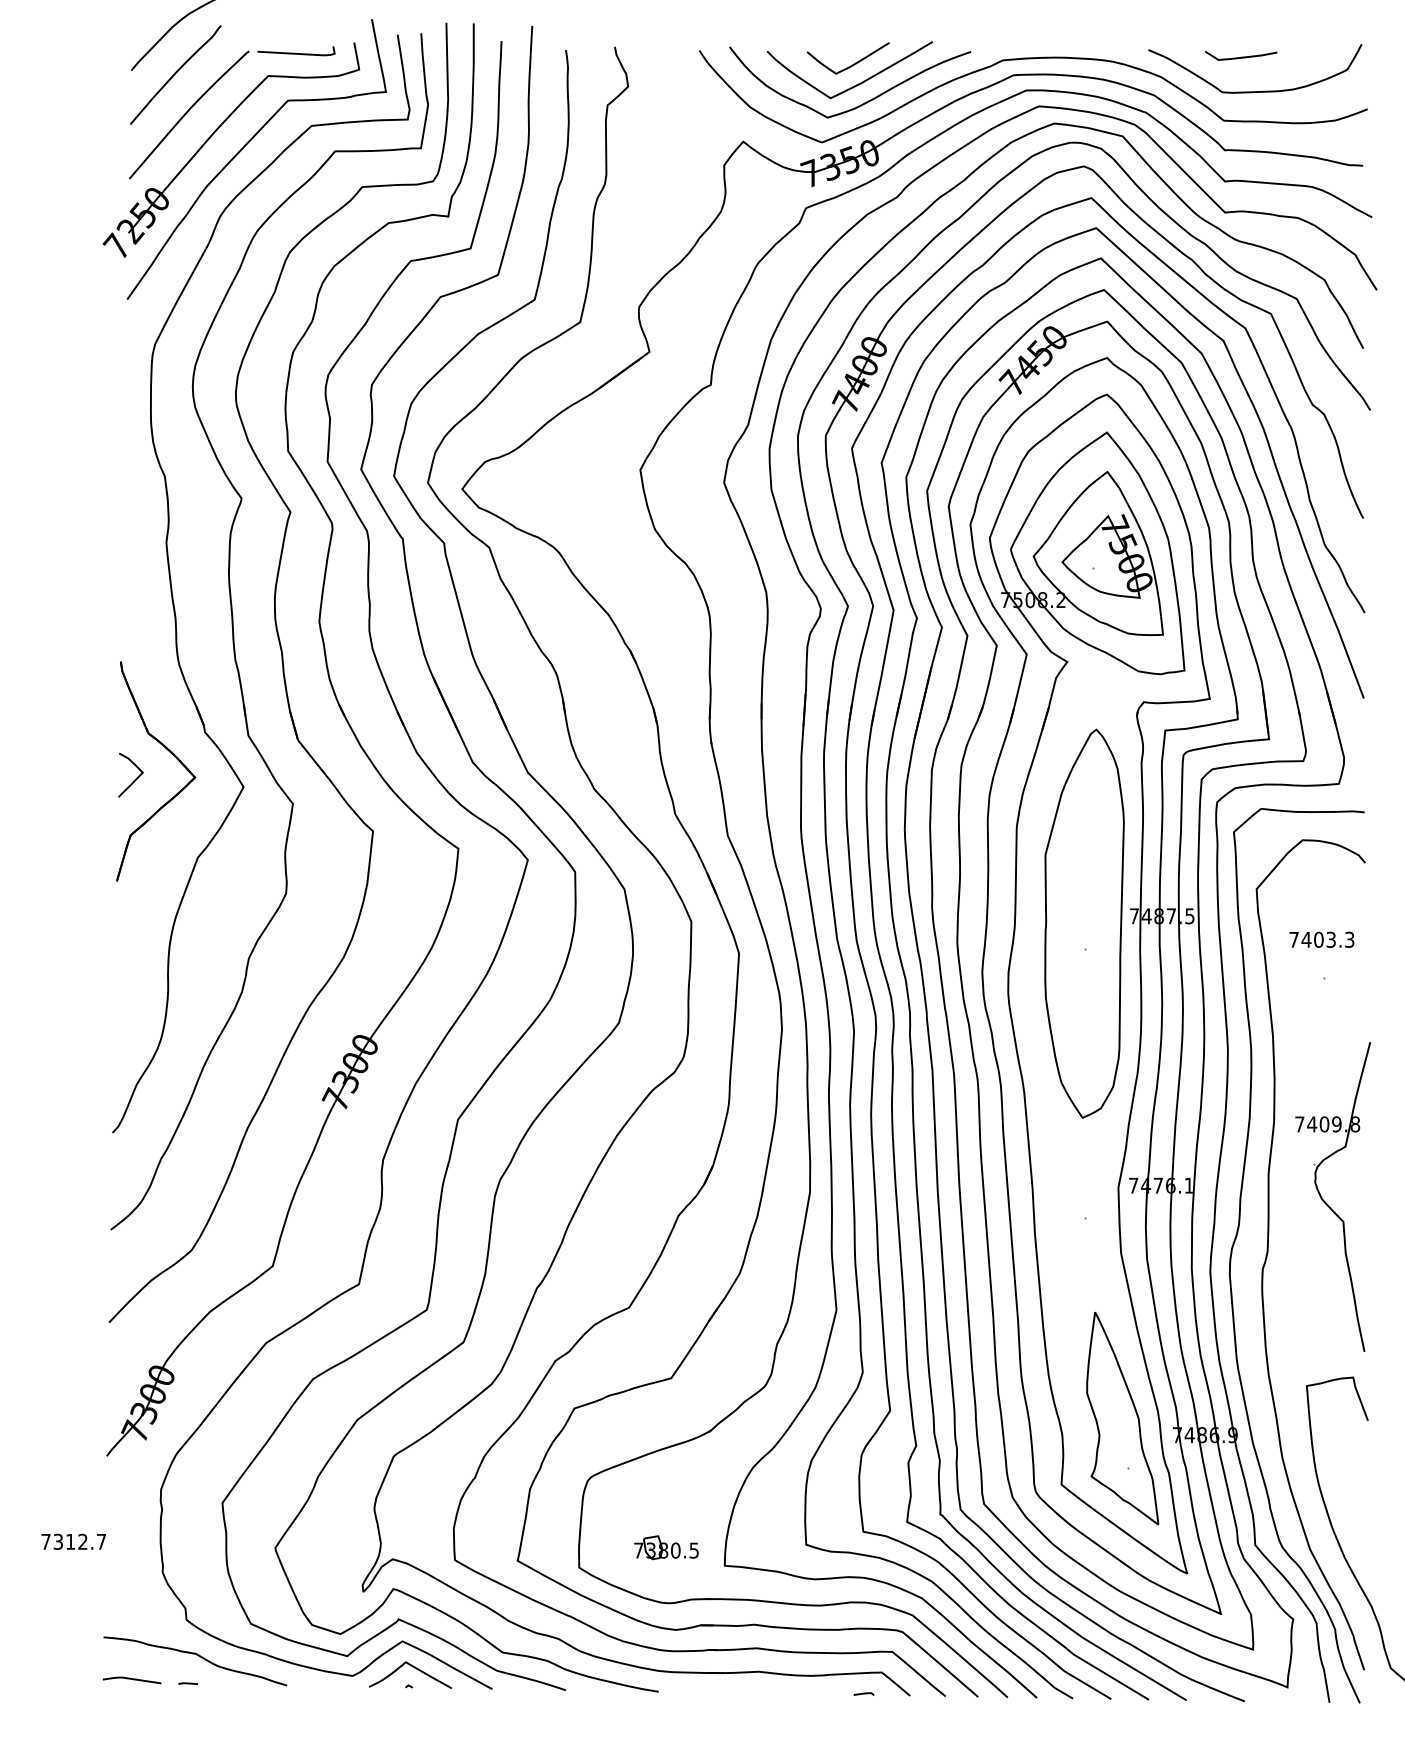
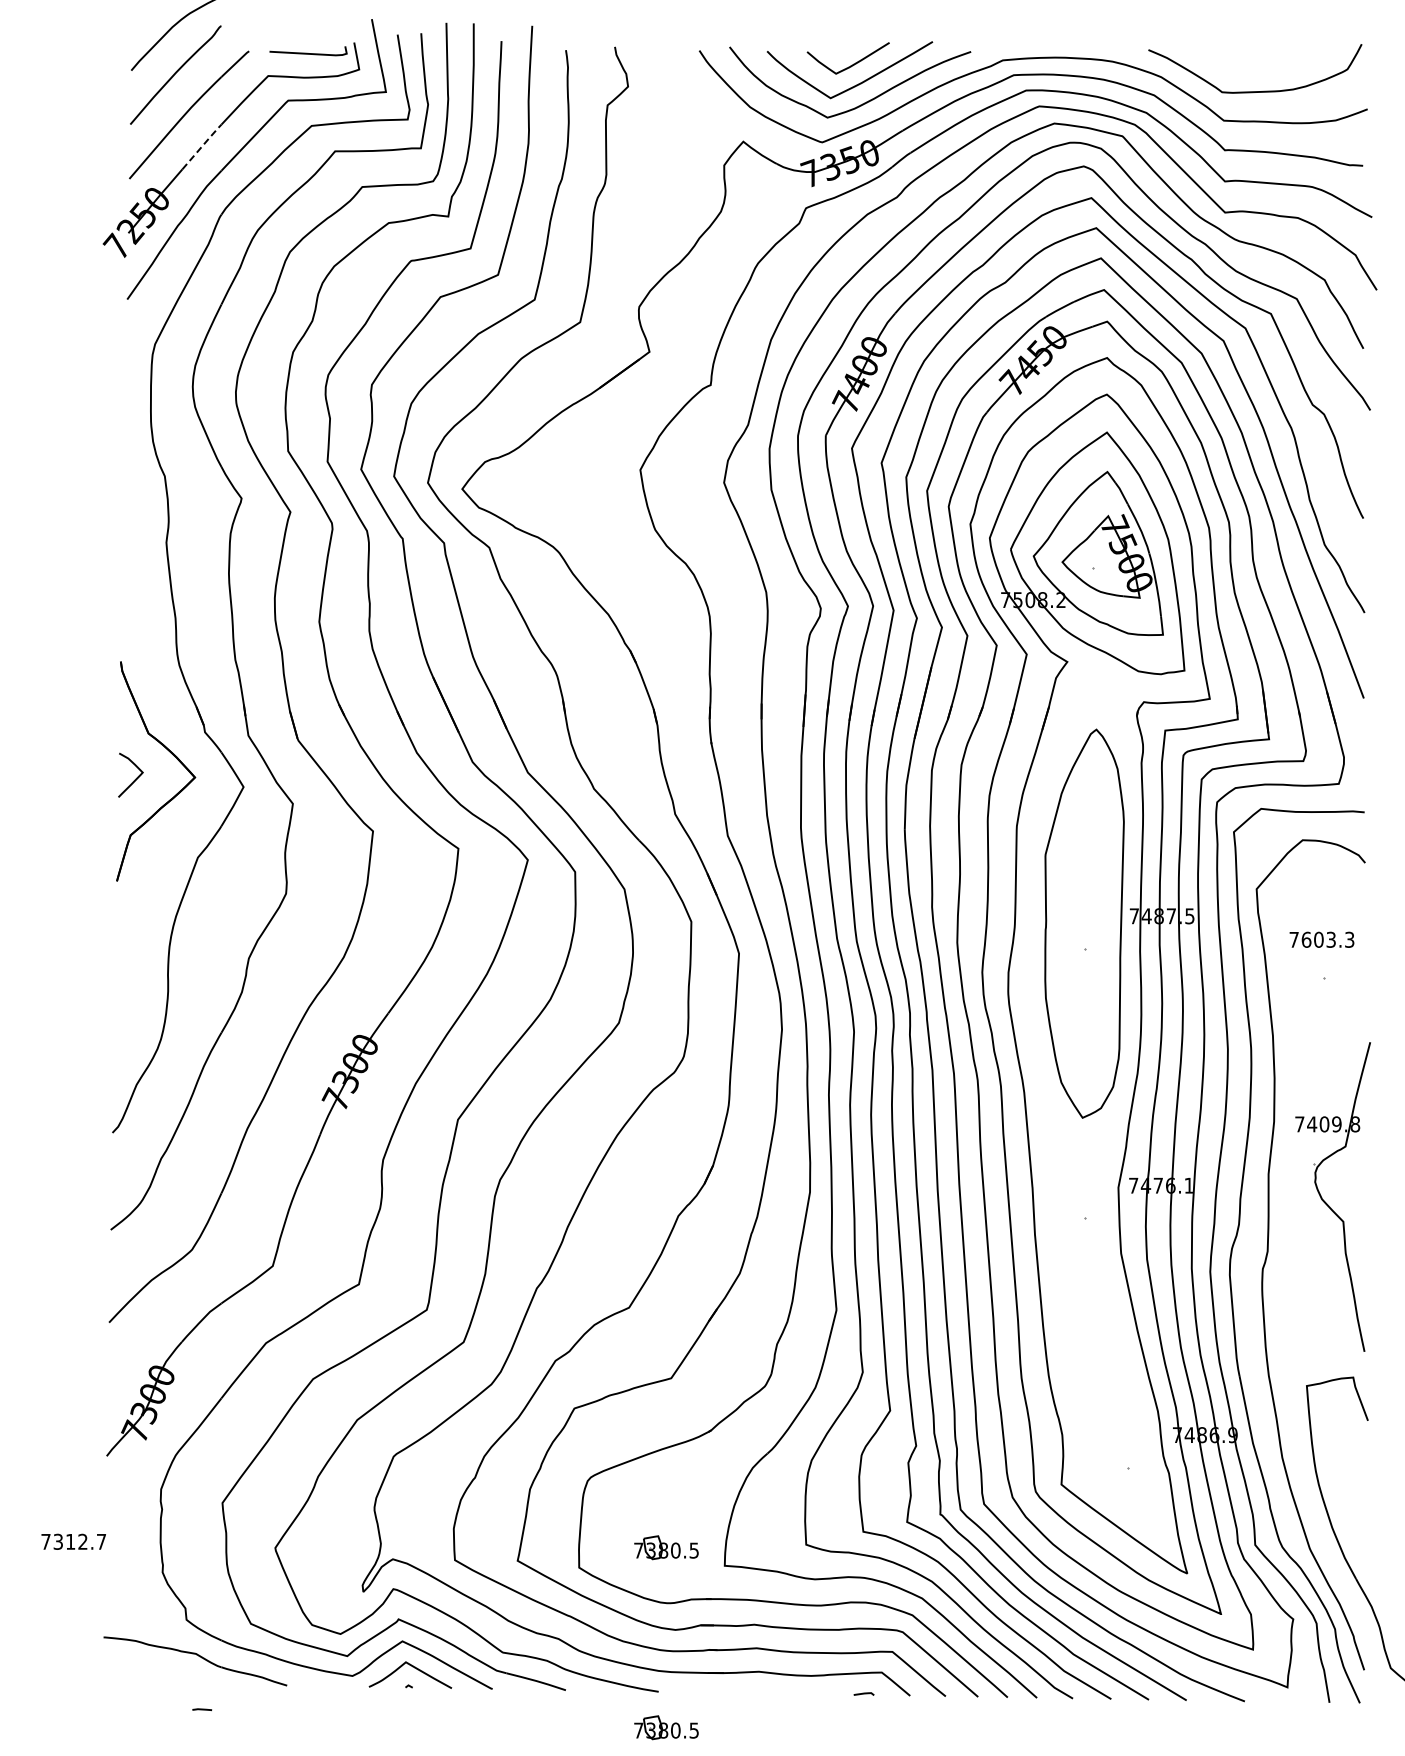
line at (295, 52) position: (295, 52) -> (307, 52)
curve at (1241, 56): present -> none
line at (203, 145): solid -> dashed
text at (1306, 939): 7403.3 -> 7603.3
part at (1122, 1418): present -> none
curve at (131, 1679): present -> none
line at (188, 1683) position: (188, 1683) -> (202, 1709)
part at (666, 1727): none -> present
